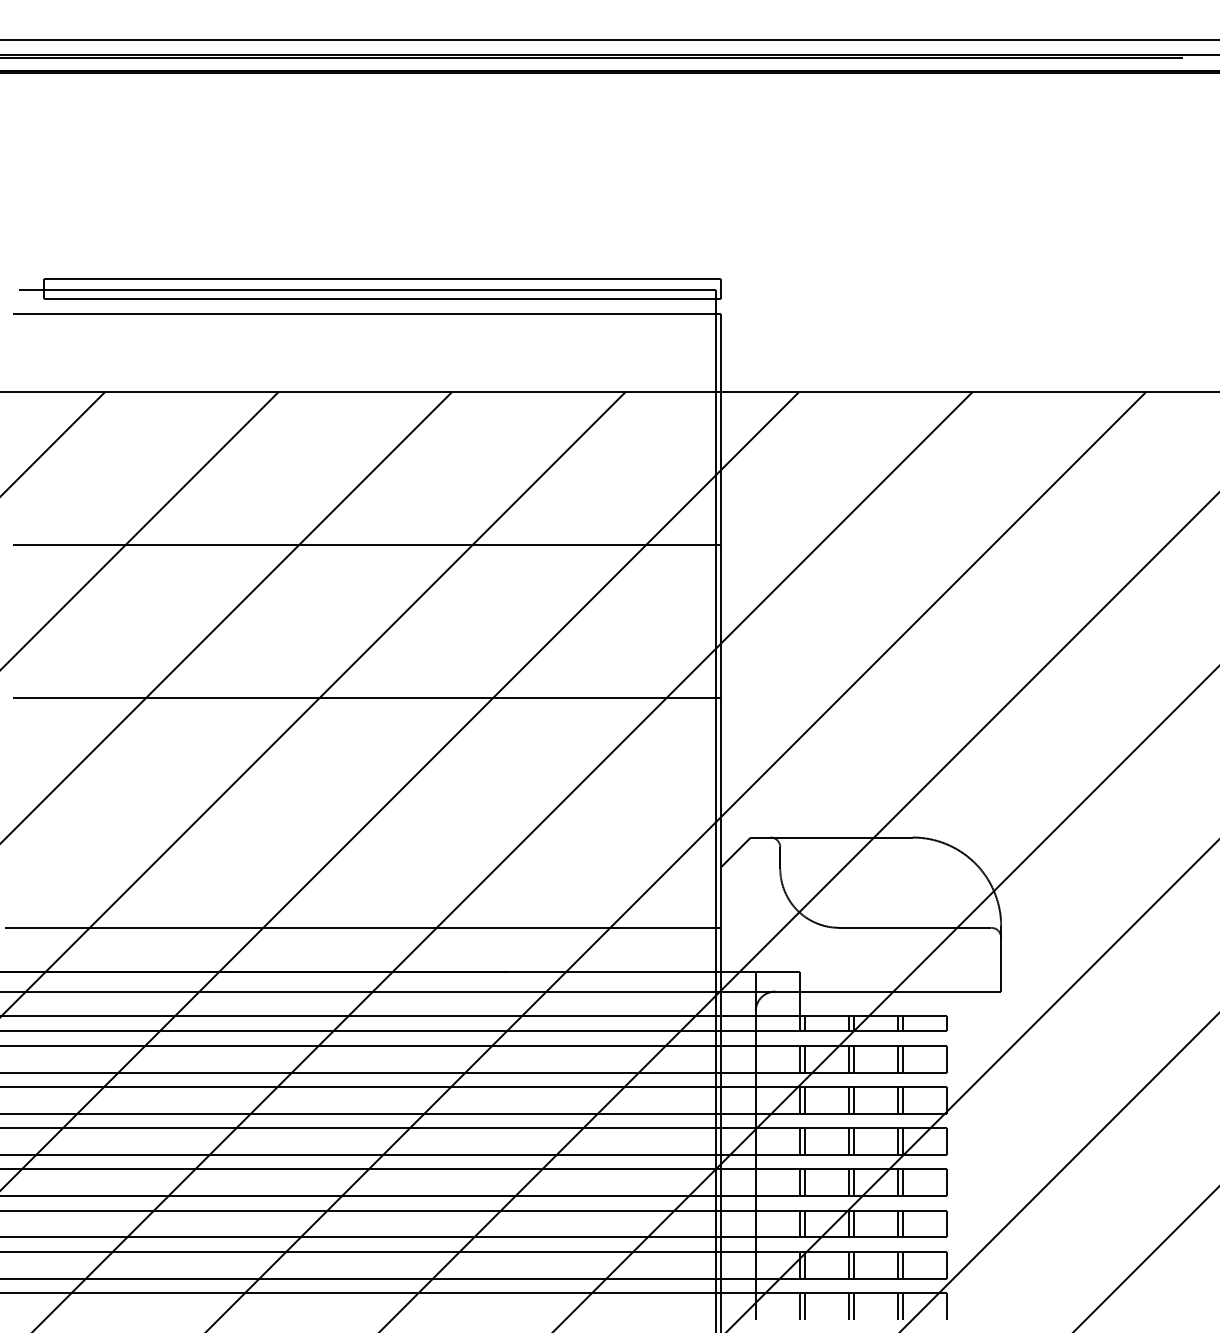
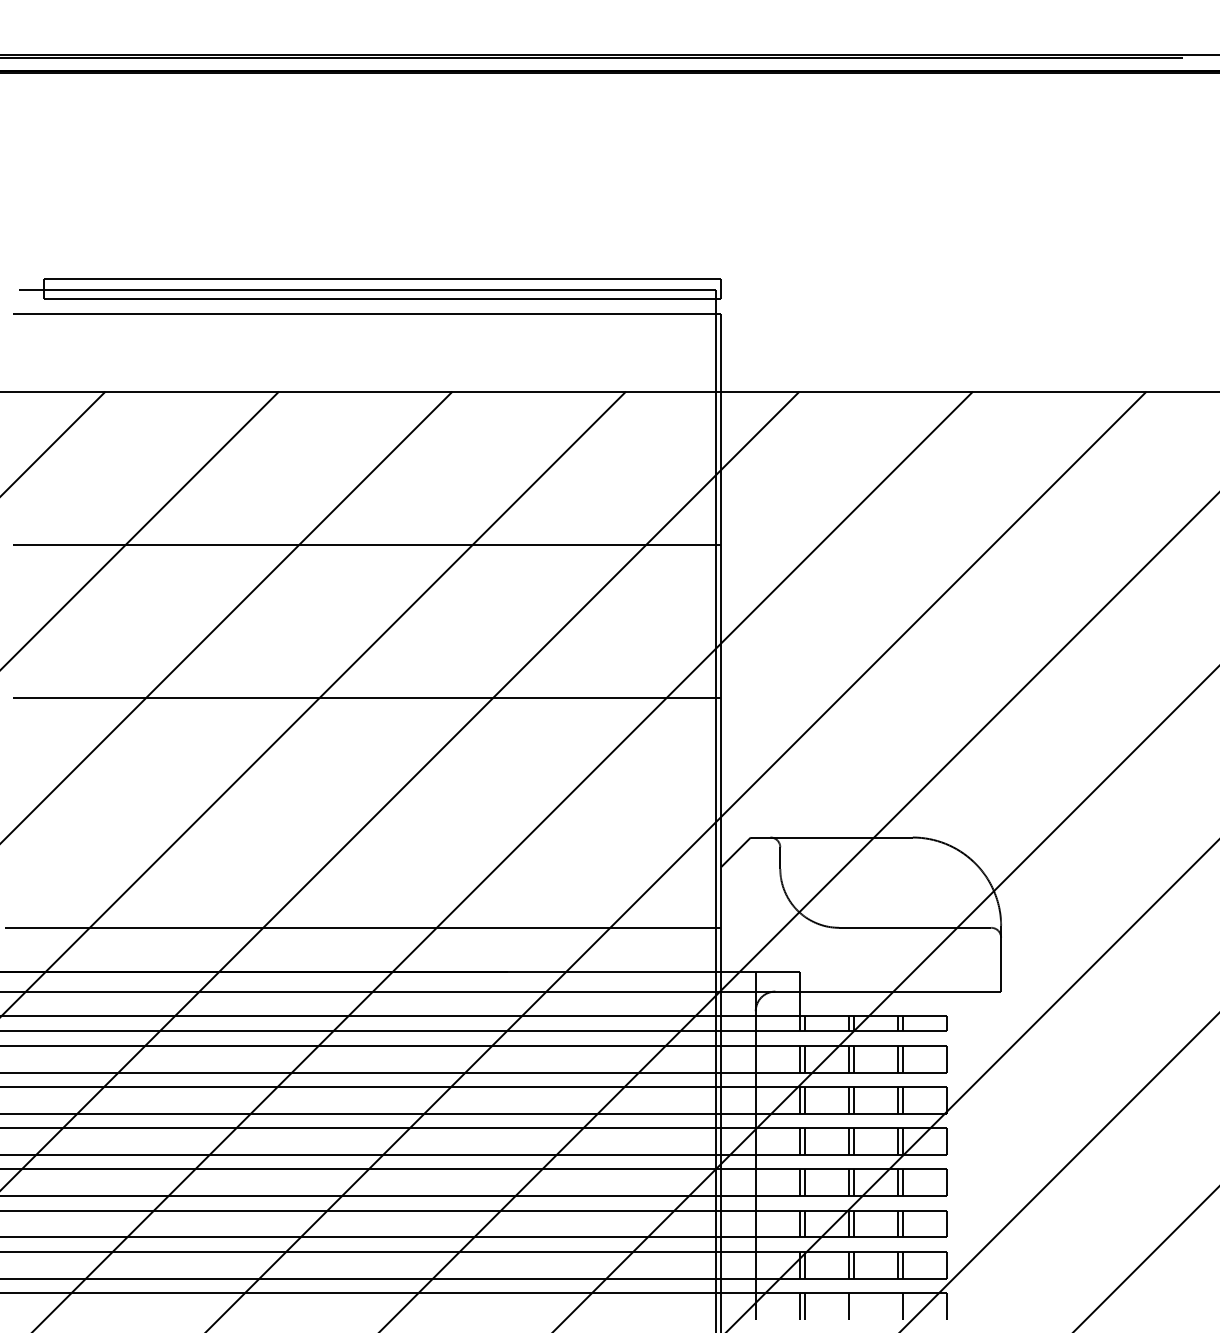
line at (609, 39): present -> none
line at (853, 1306): present -> none
line at (898, 1306): present -> none
